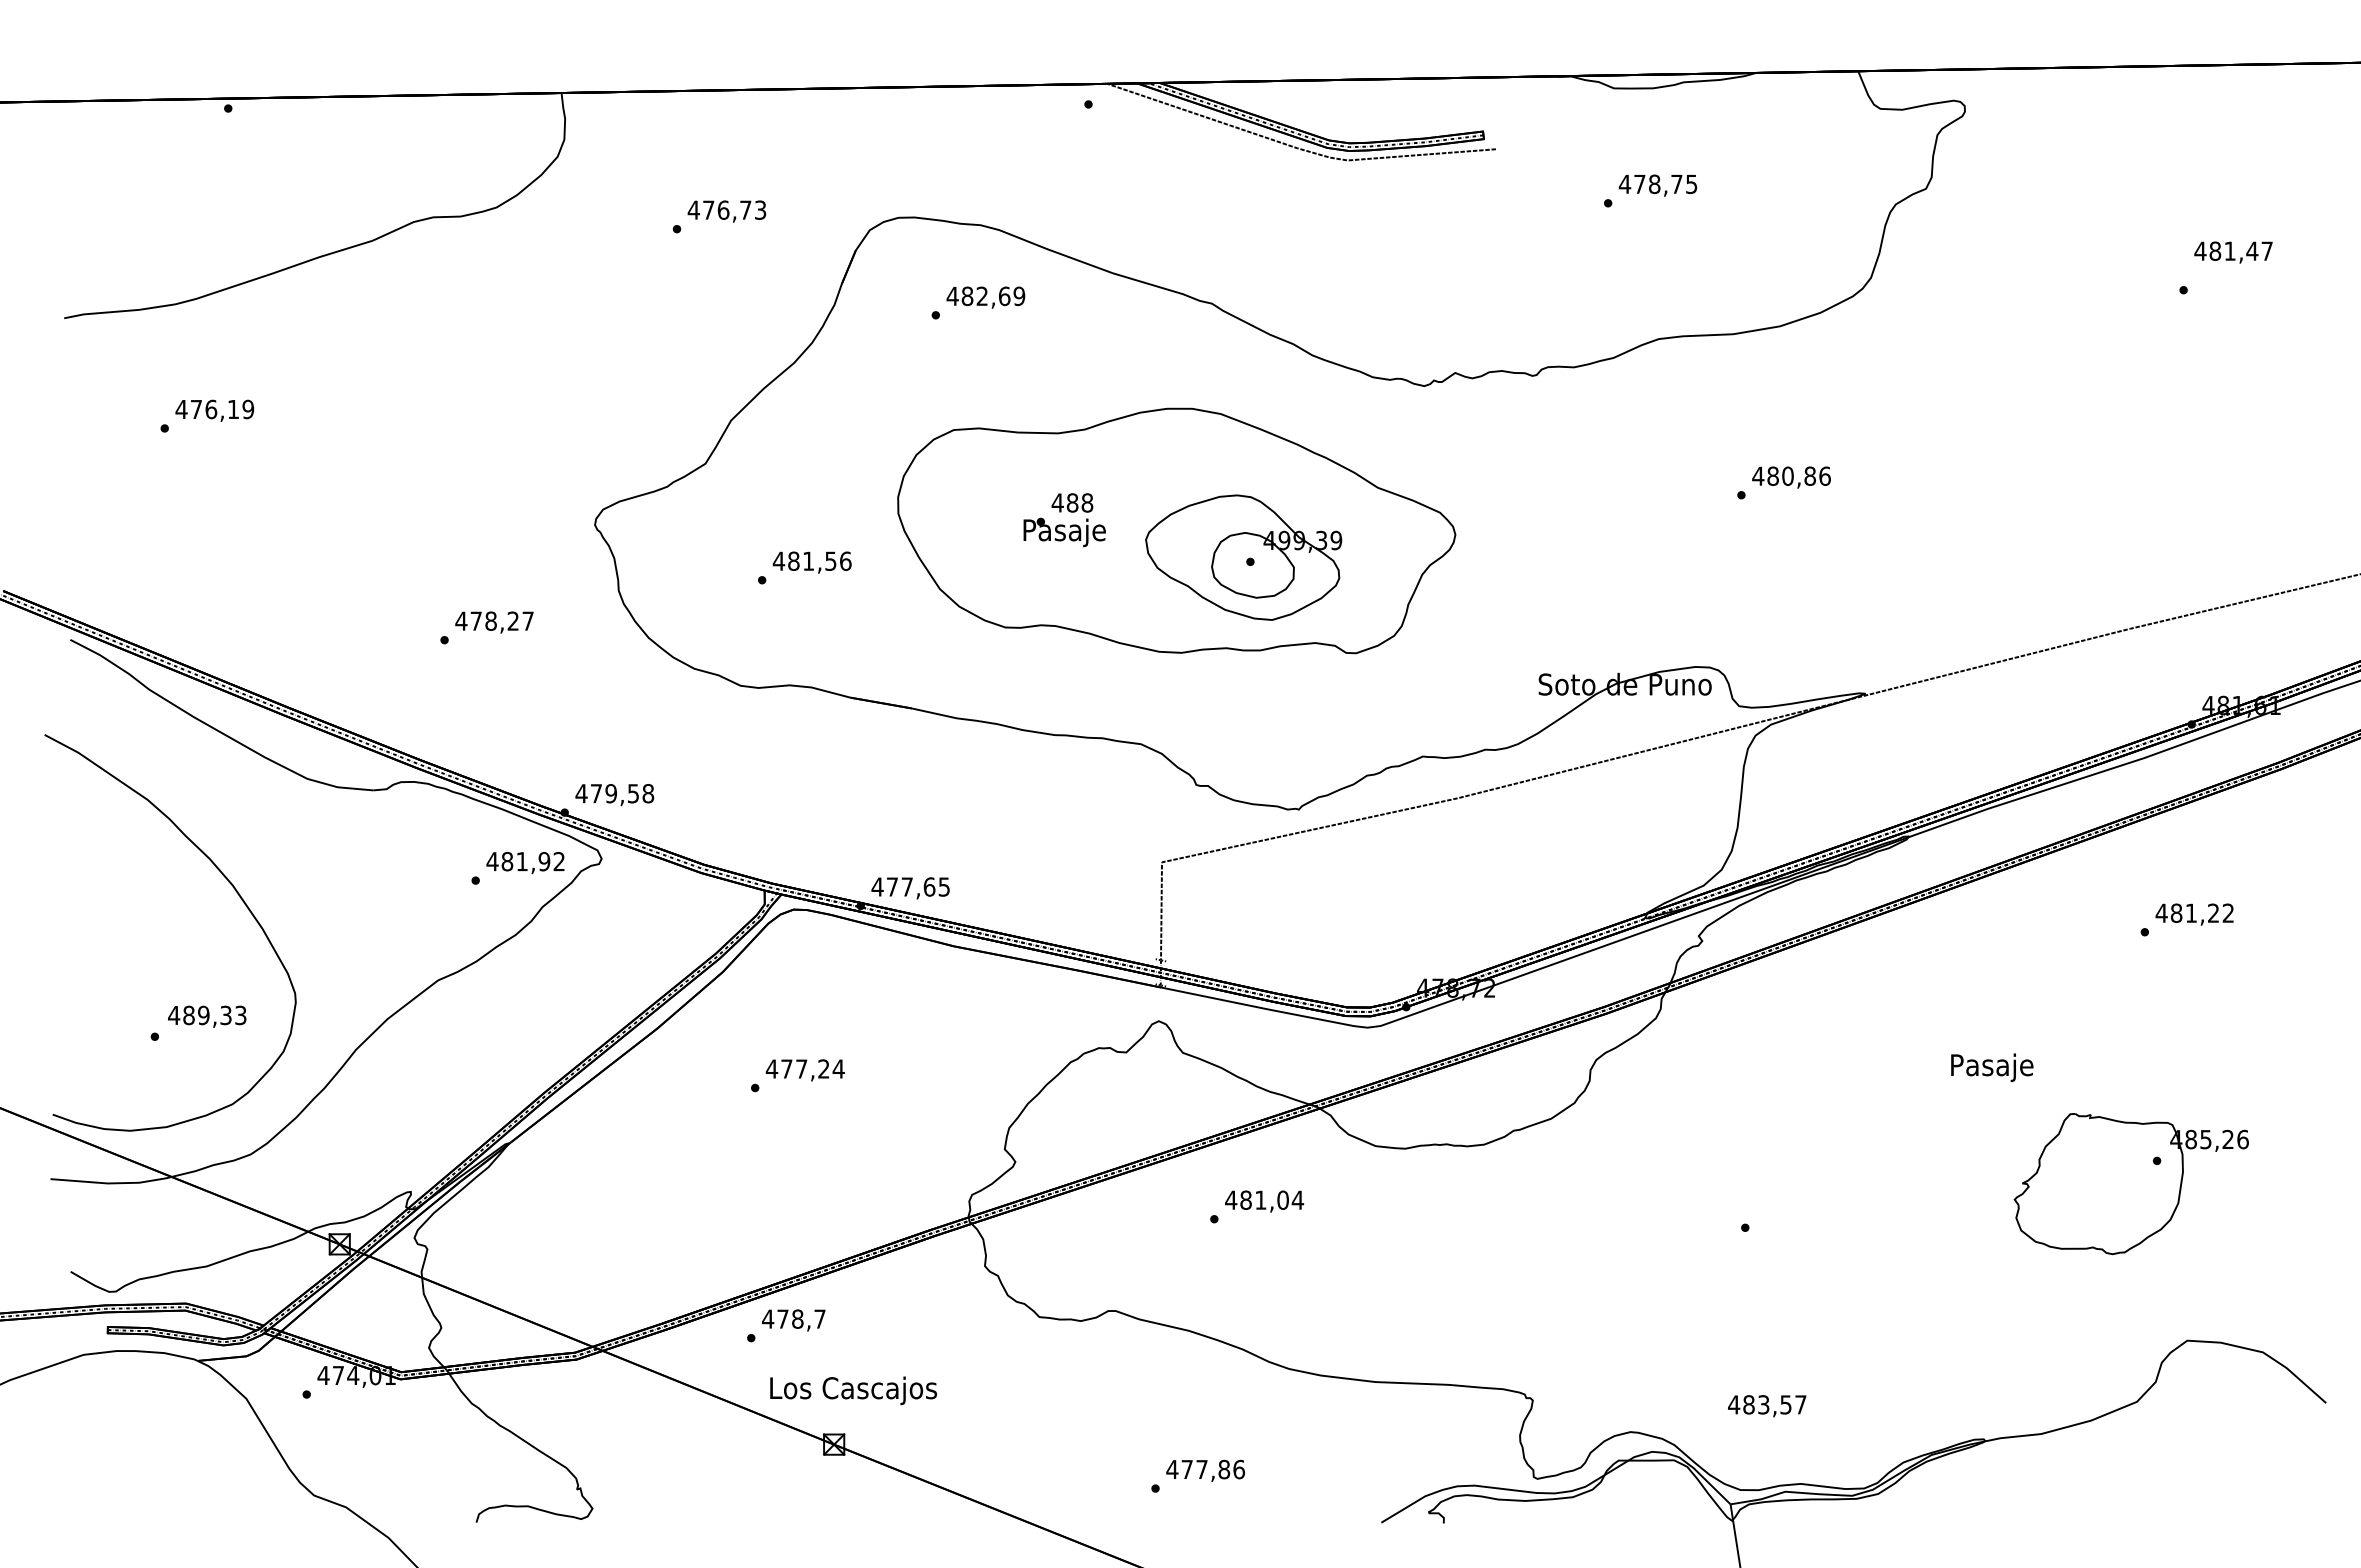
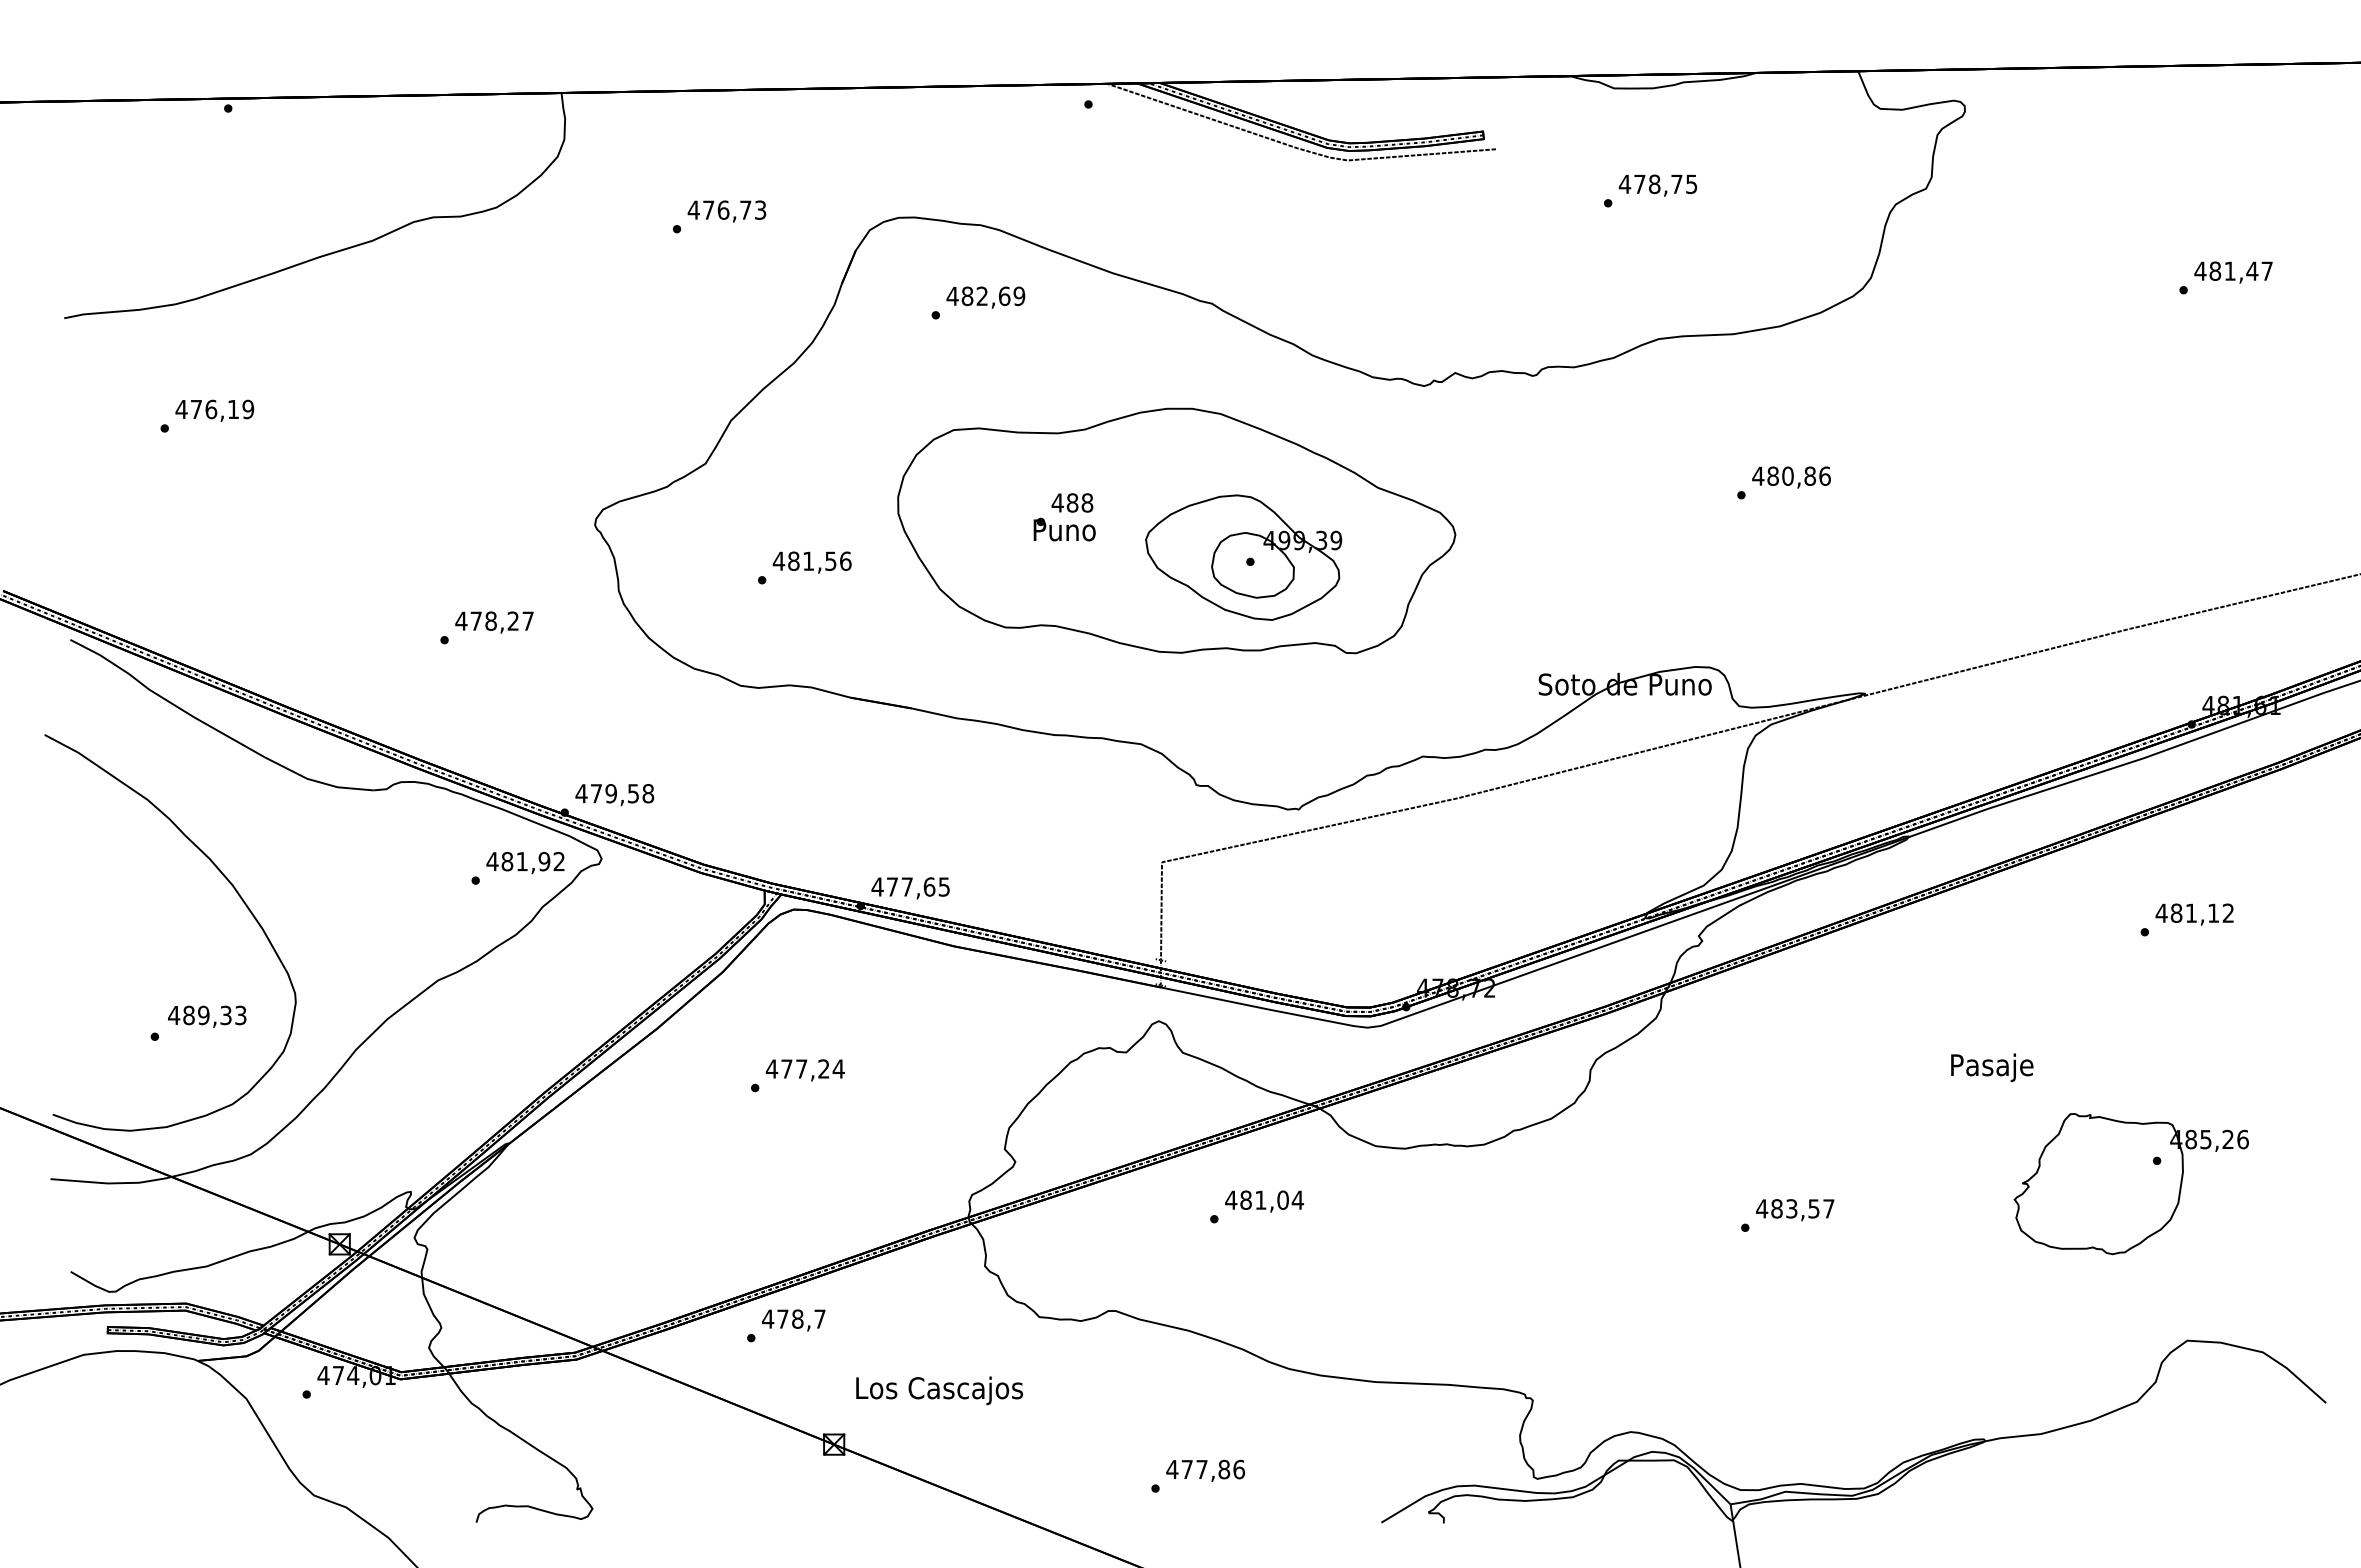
text at (2233, 252) position: (2233, 252) -> (2233, 272)
text at (1064, 532): Pasaje -> Puno
text at (2213, 912): 481,22 -> 481,12
text at (853, 1390) position: (853, 1390) -> (939, 1390)
text at (1767, 1406) position: (1767, 1406) -> (1795, 1210)
